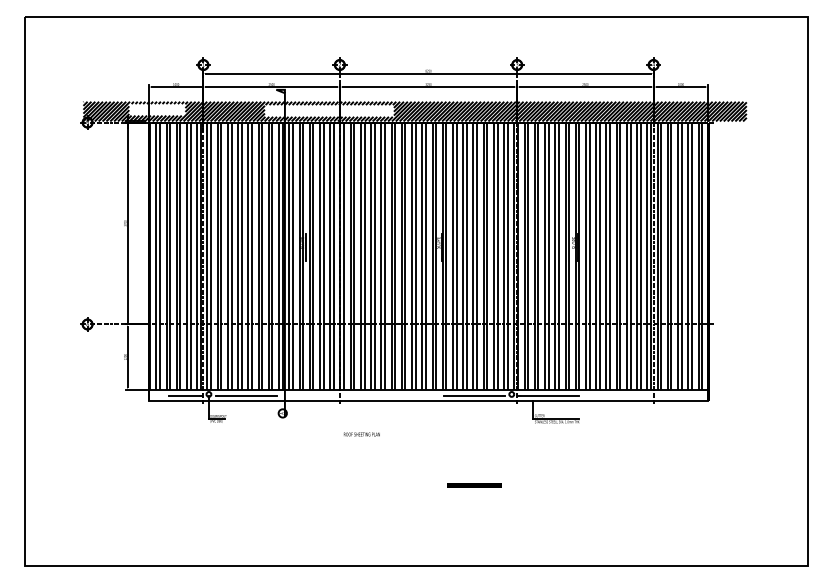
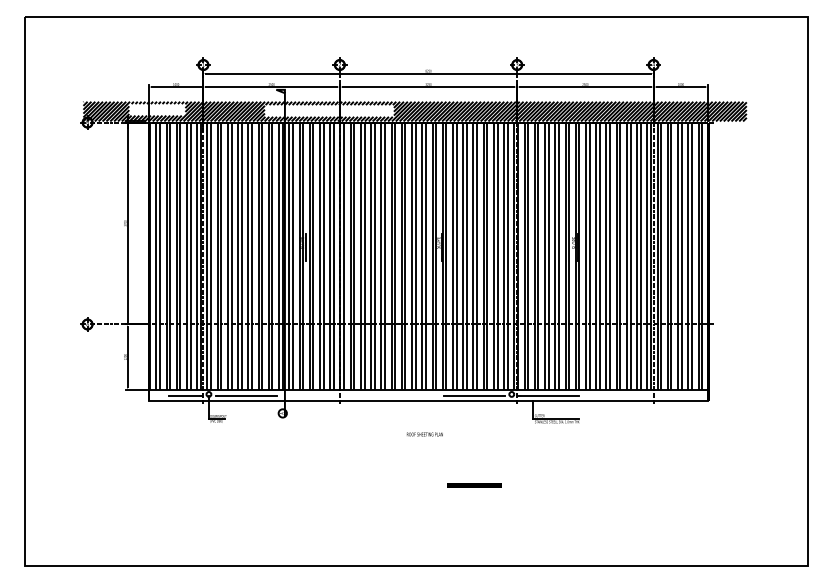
text at (361, 434) position: (361, 434) -> (424, 434)
